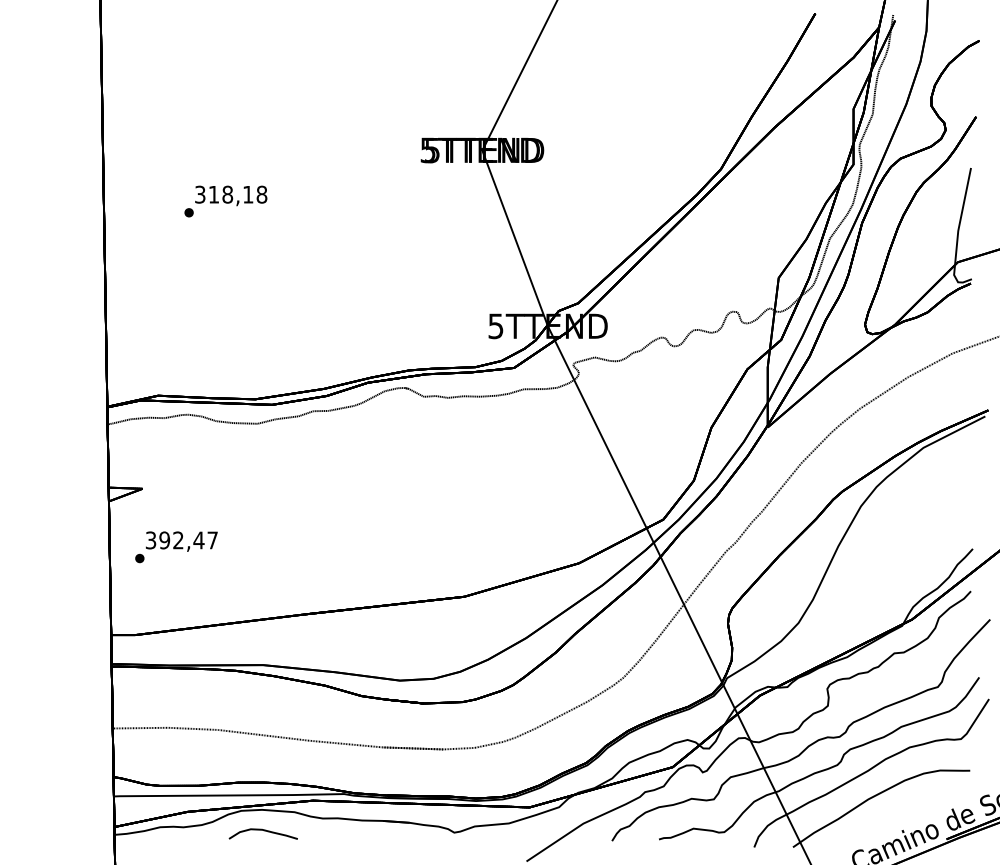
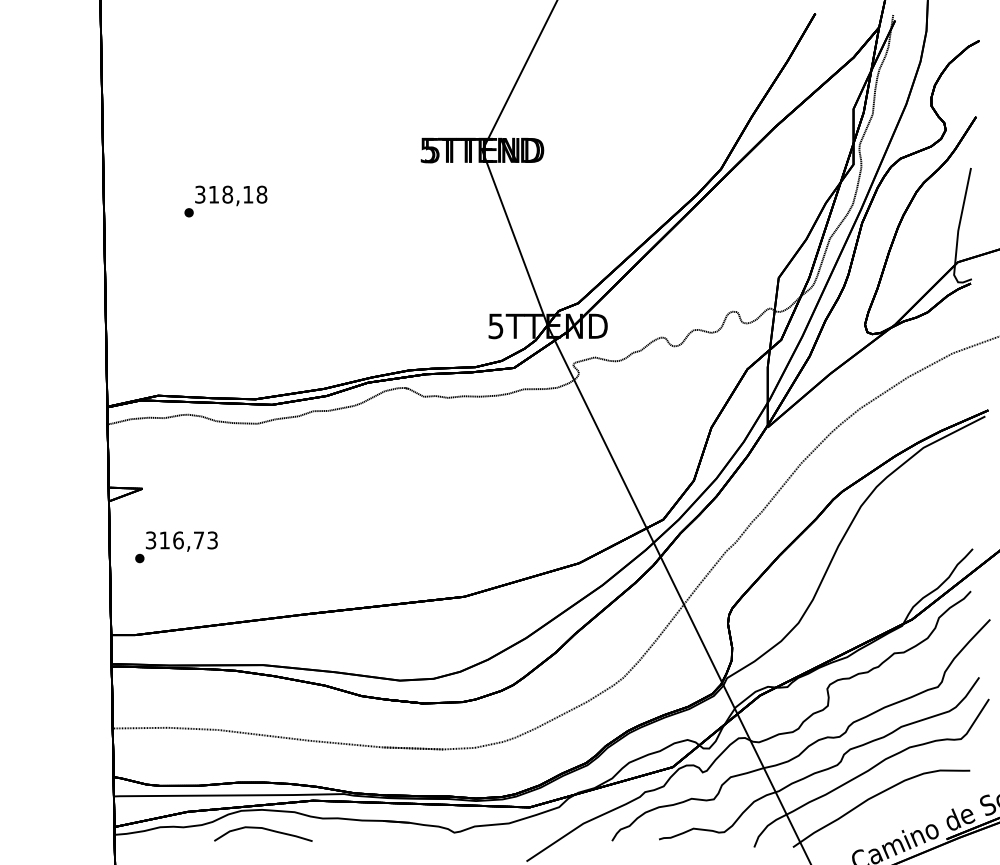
text at (188, 540): 392,47 -> 316,73
part at (262, 833) size: 70x12 px -> 99x16 px
